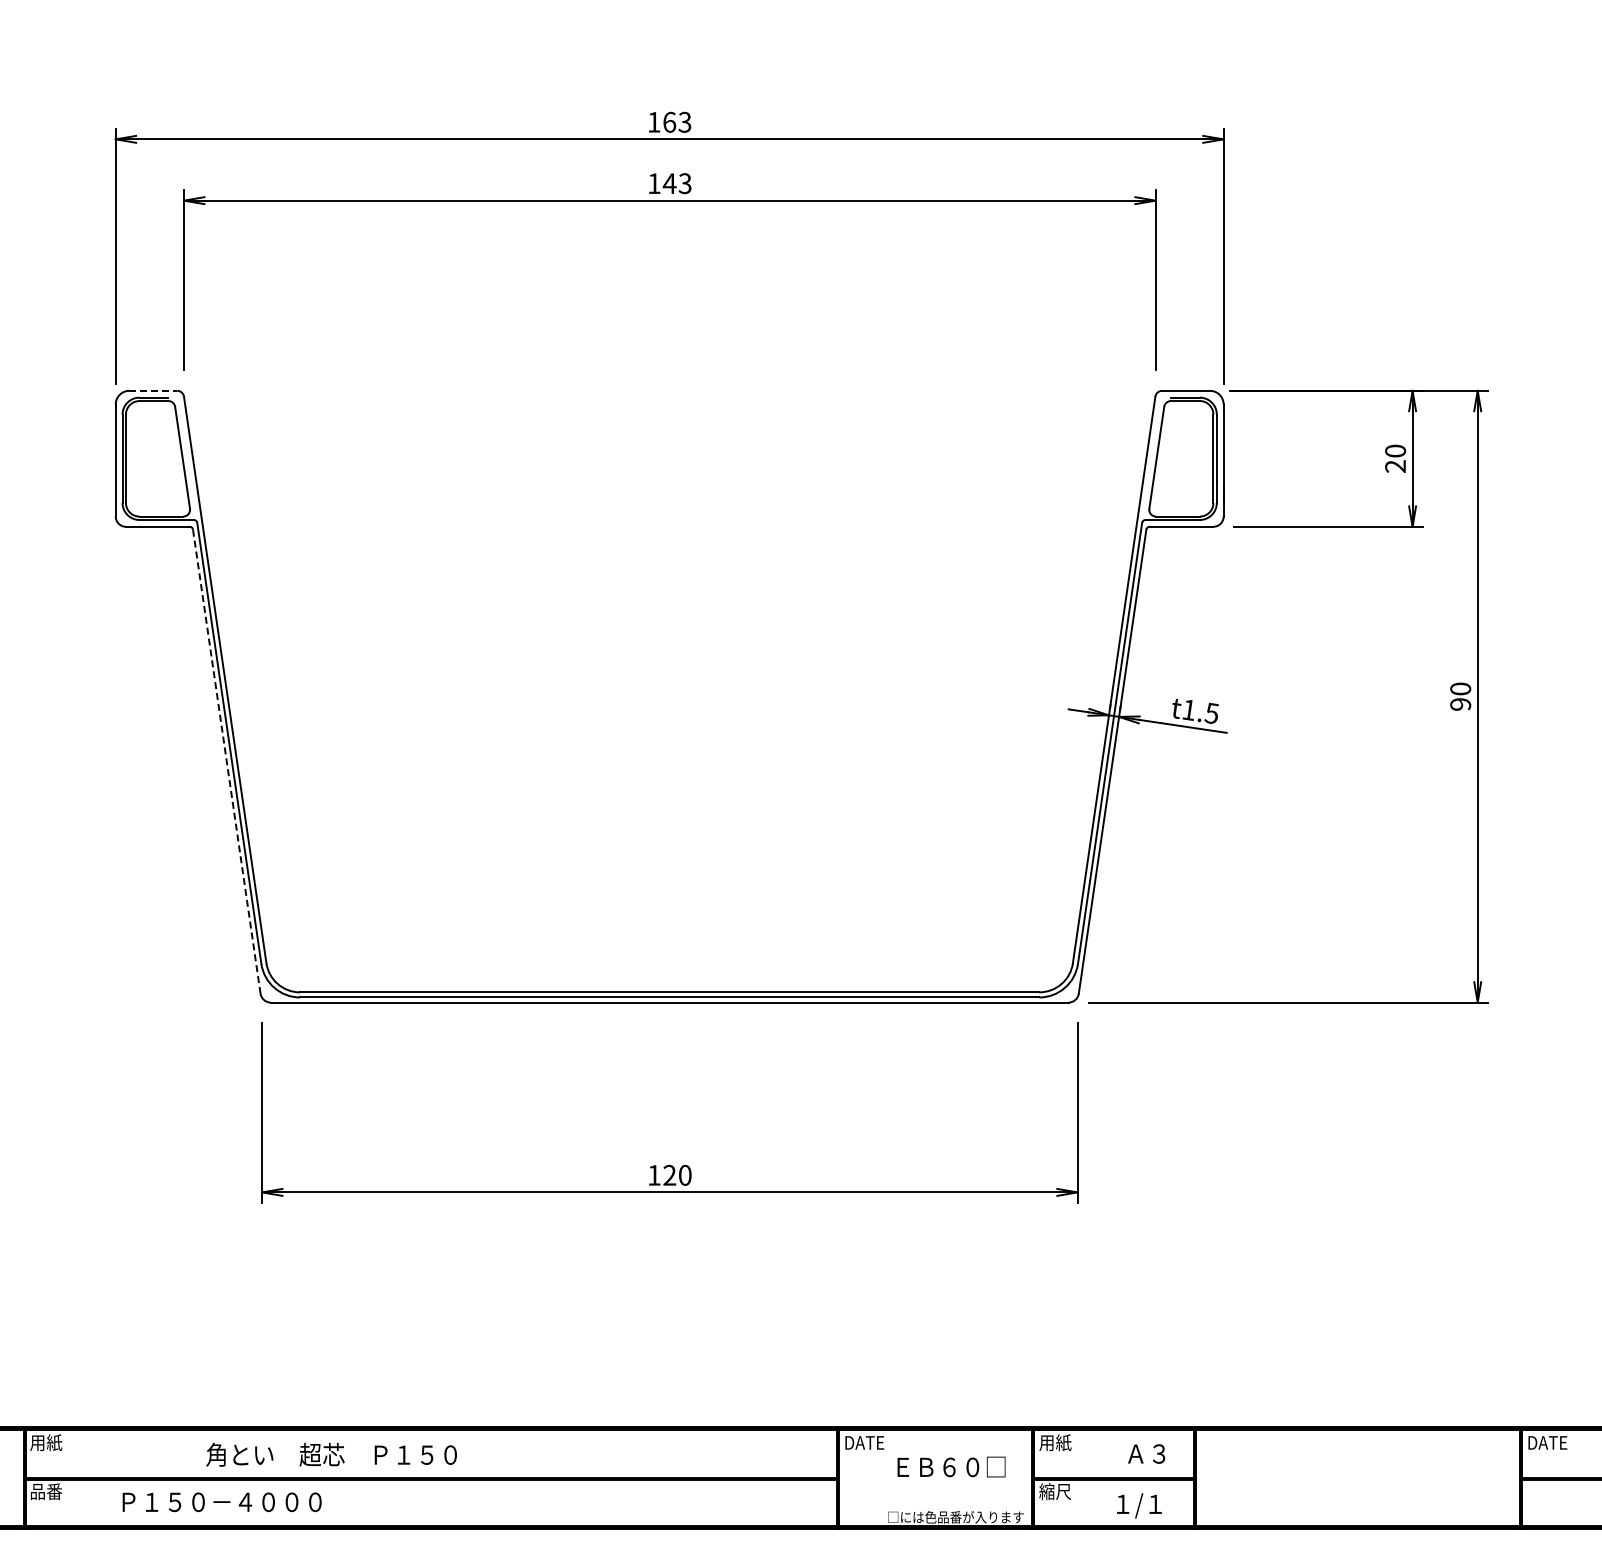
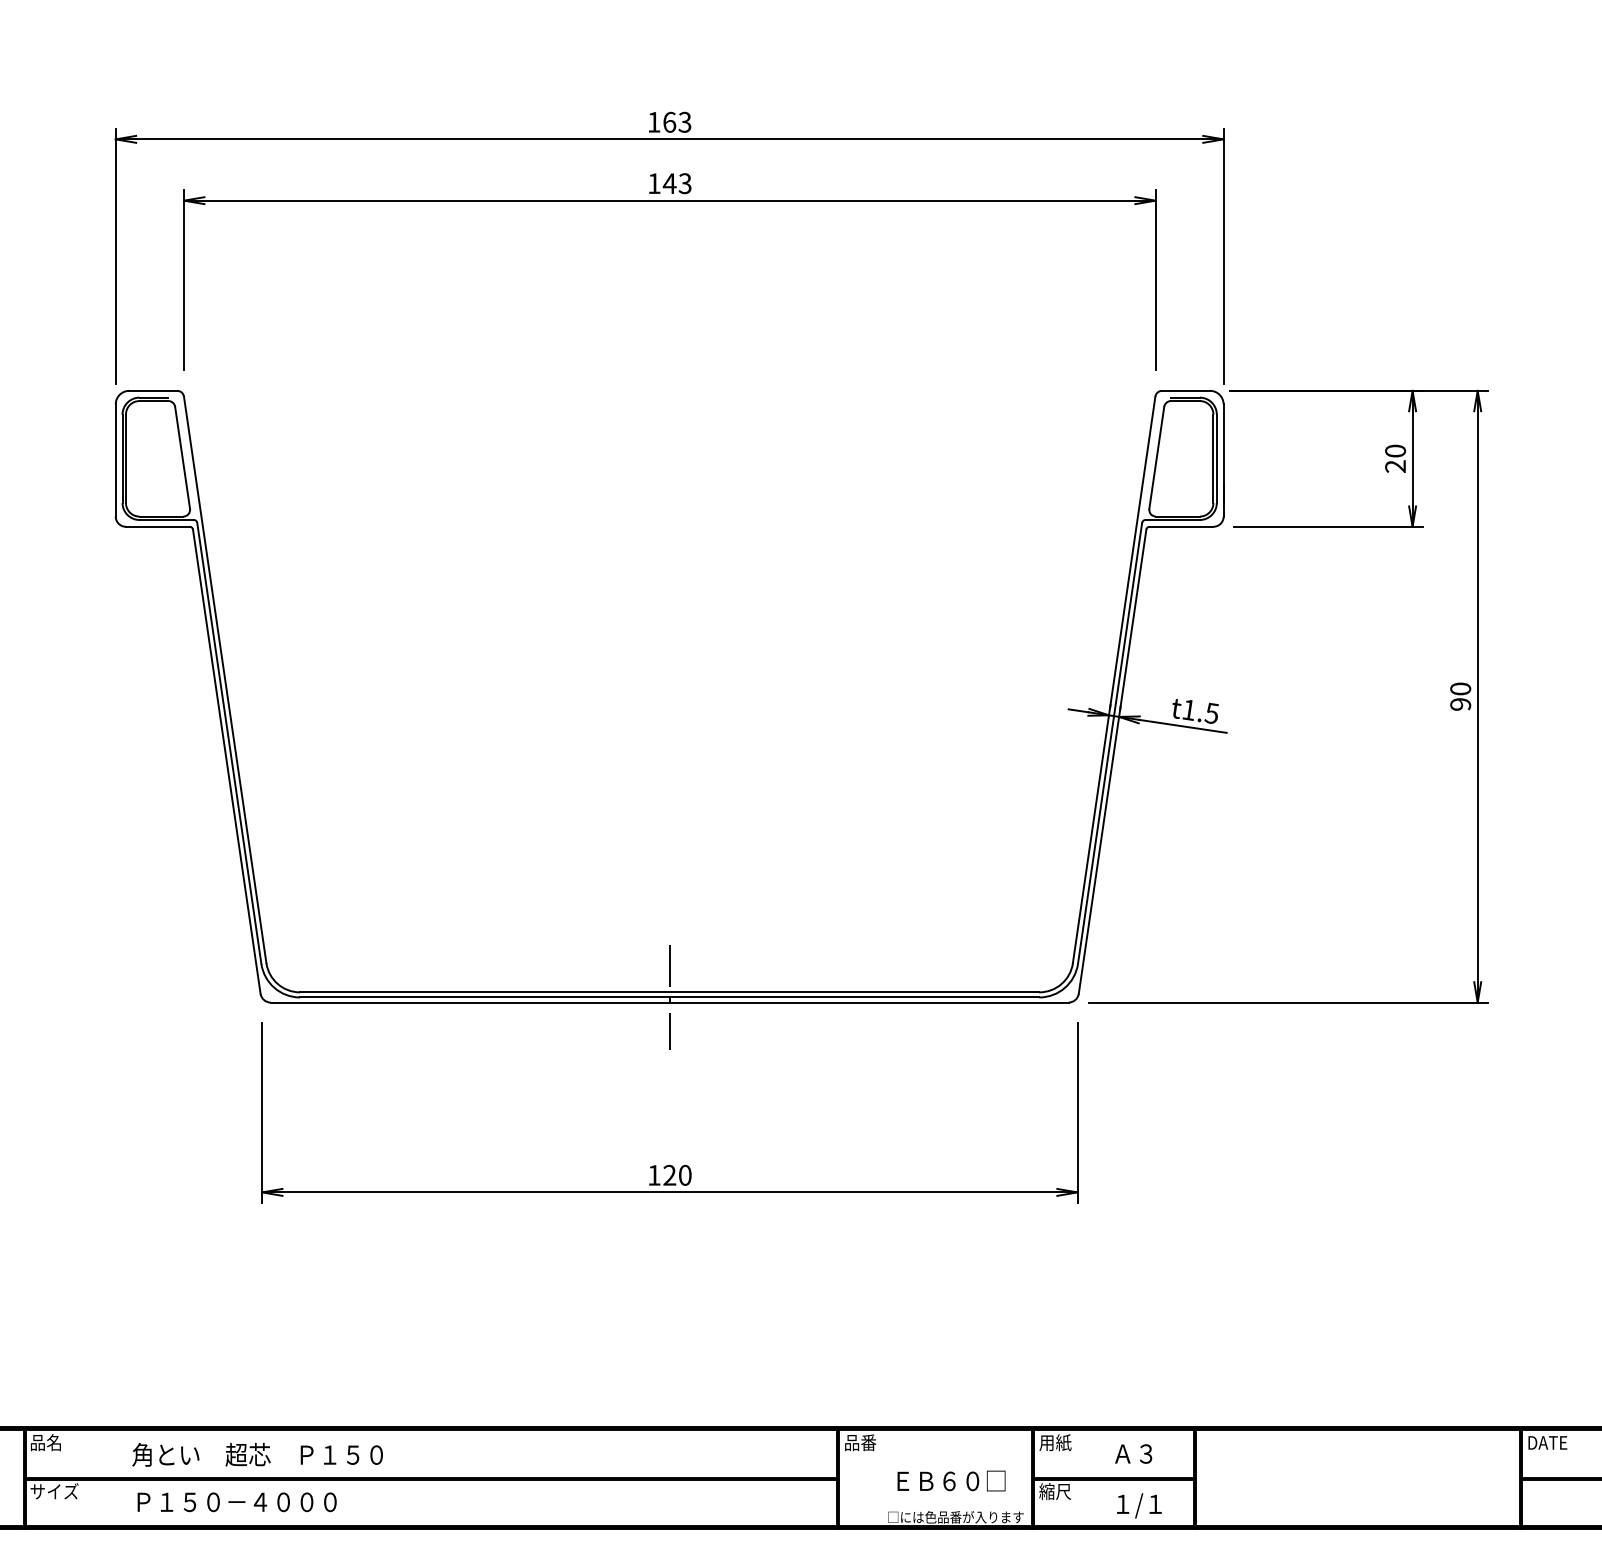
line at (153, 390): dashed -> solid
line at (226, 761): dashed -> solid
line at (669, 997): none -> present
text at (46, 1442): 用紙 -> 品名
text at (864, 1442): DATE -> 品番
text at (1146, 1453) position: (1146, 1453) -> (1133, 1453)
text at (331, 1454) position: (331, 1454) -> (257, 1454)
text at (951, 1466) position: (951, 1466) -> (951, 1480)
text at (54, 1491): 品番 -> サイズ
text at (221, 1502) position: (221, 1502) -> (236, 1502)
